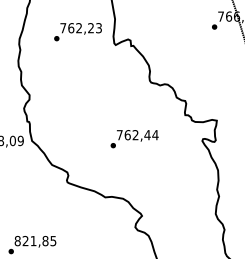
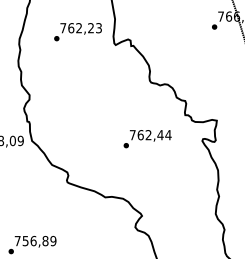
text at (134, 139) position: (134, 139) -> (147, 139)
text at (35, 240): 821,85 -> 756,89
